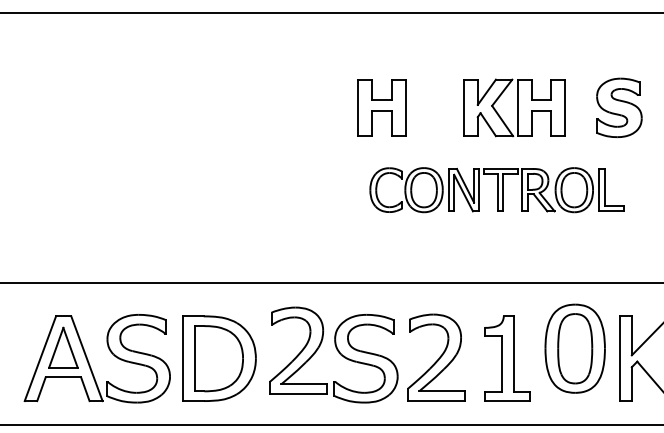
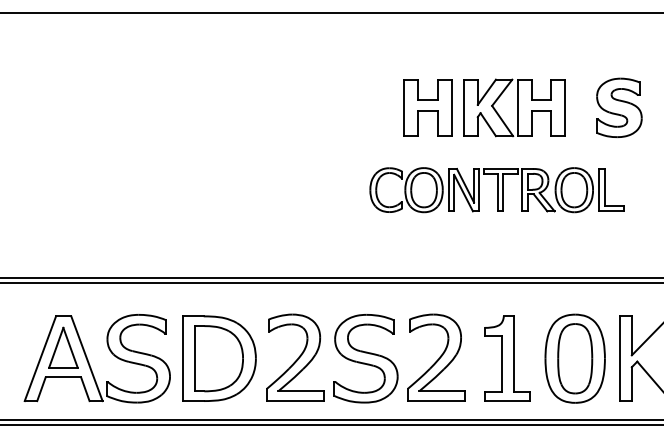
part at (381, 107) position: (381, 107) -> (427, 107)
line at (331, 277): none -> present
part at (574, 348) position: (574, 348) -> (574, 358)
part at (298, 350) position: (298, 350) -> (295, 357)
line at (331, 419): none -> present
